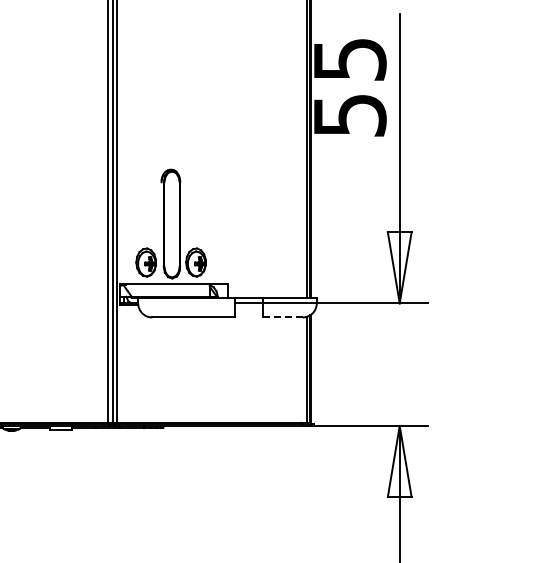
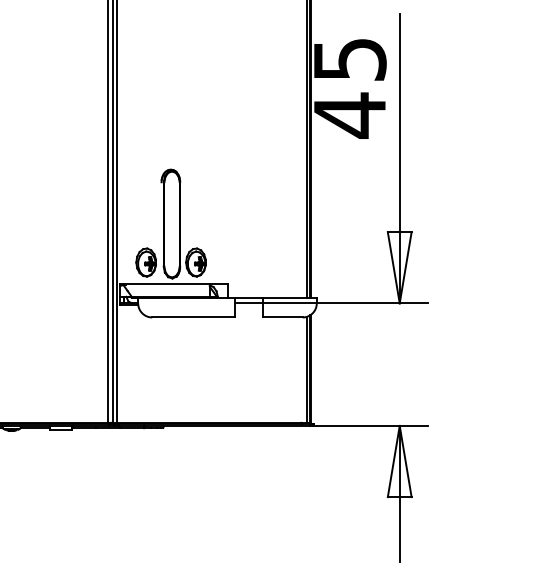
text at (350, 115): 55 -> 45
line at (282, 317): dashed -> solid
